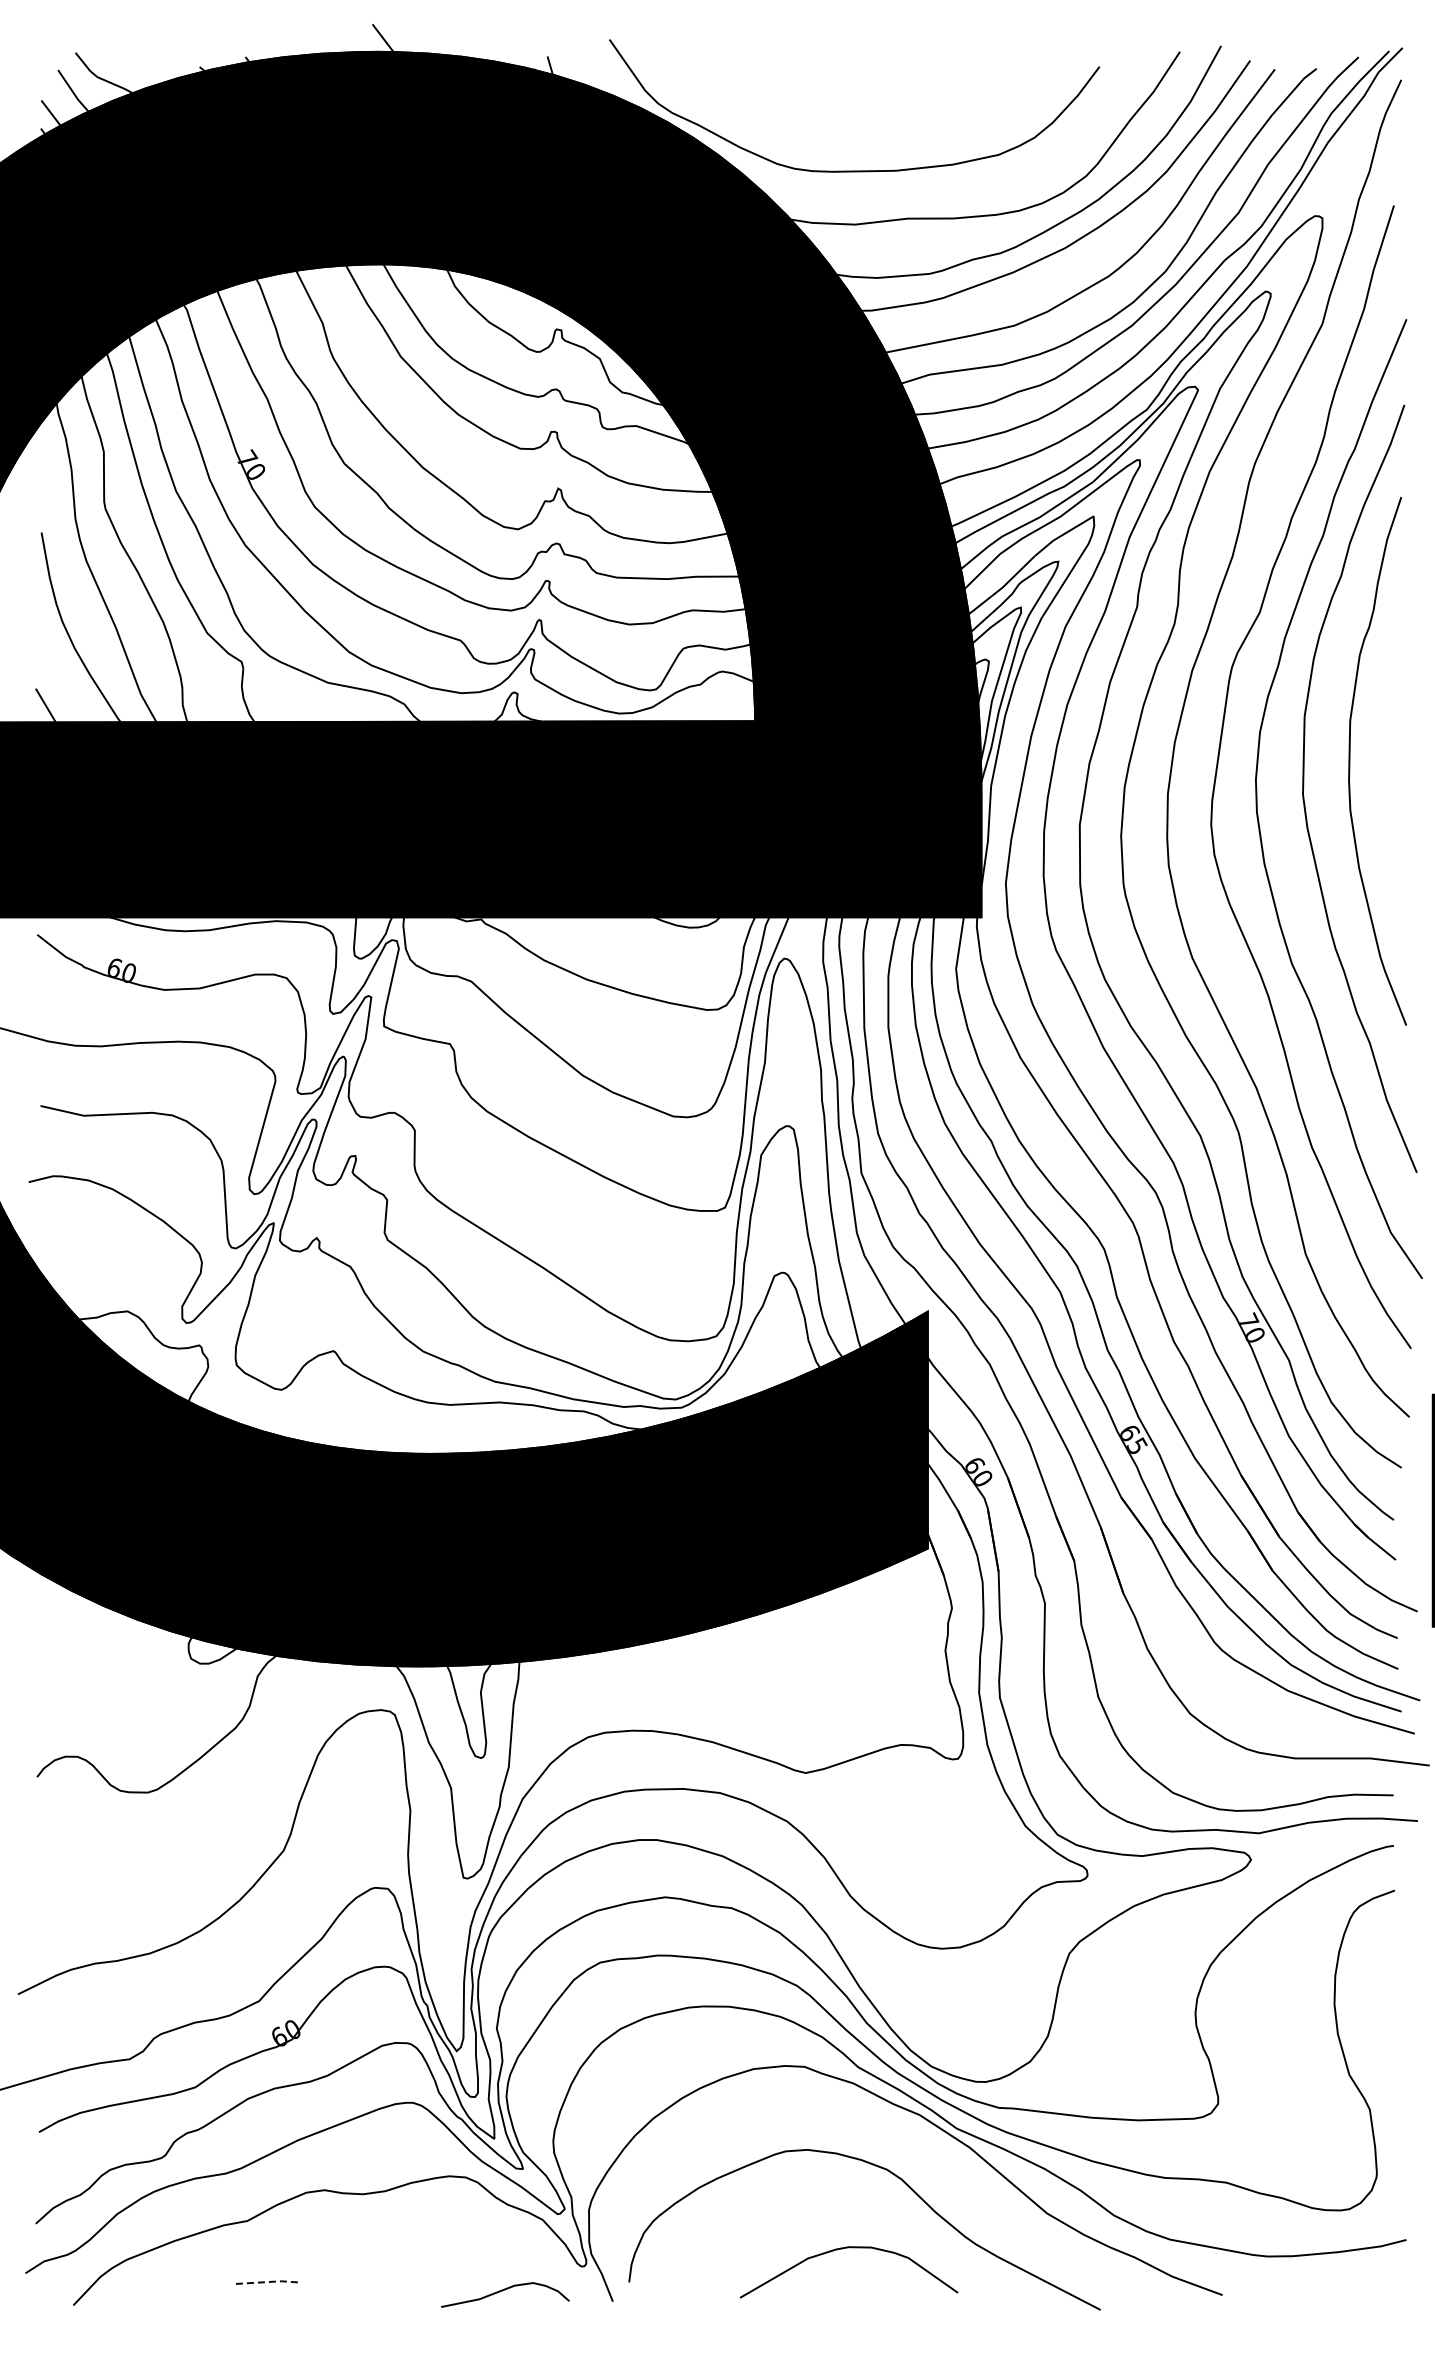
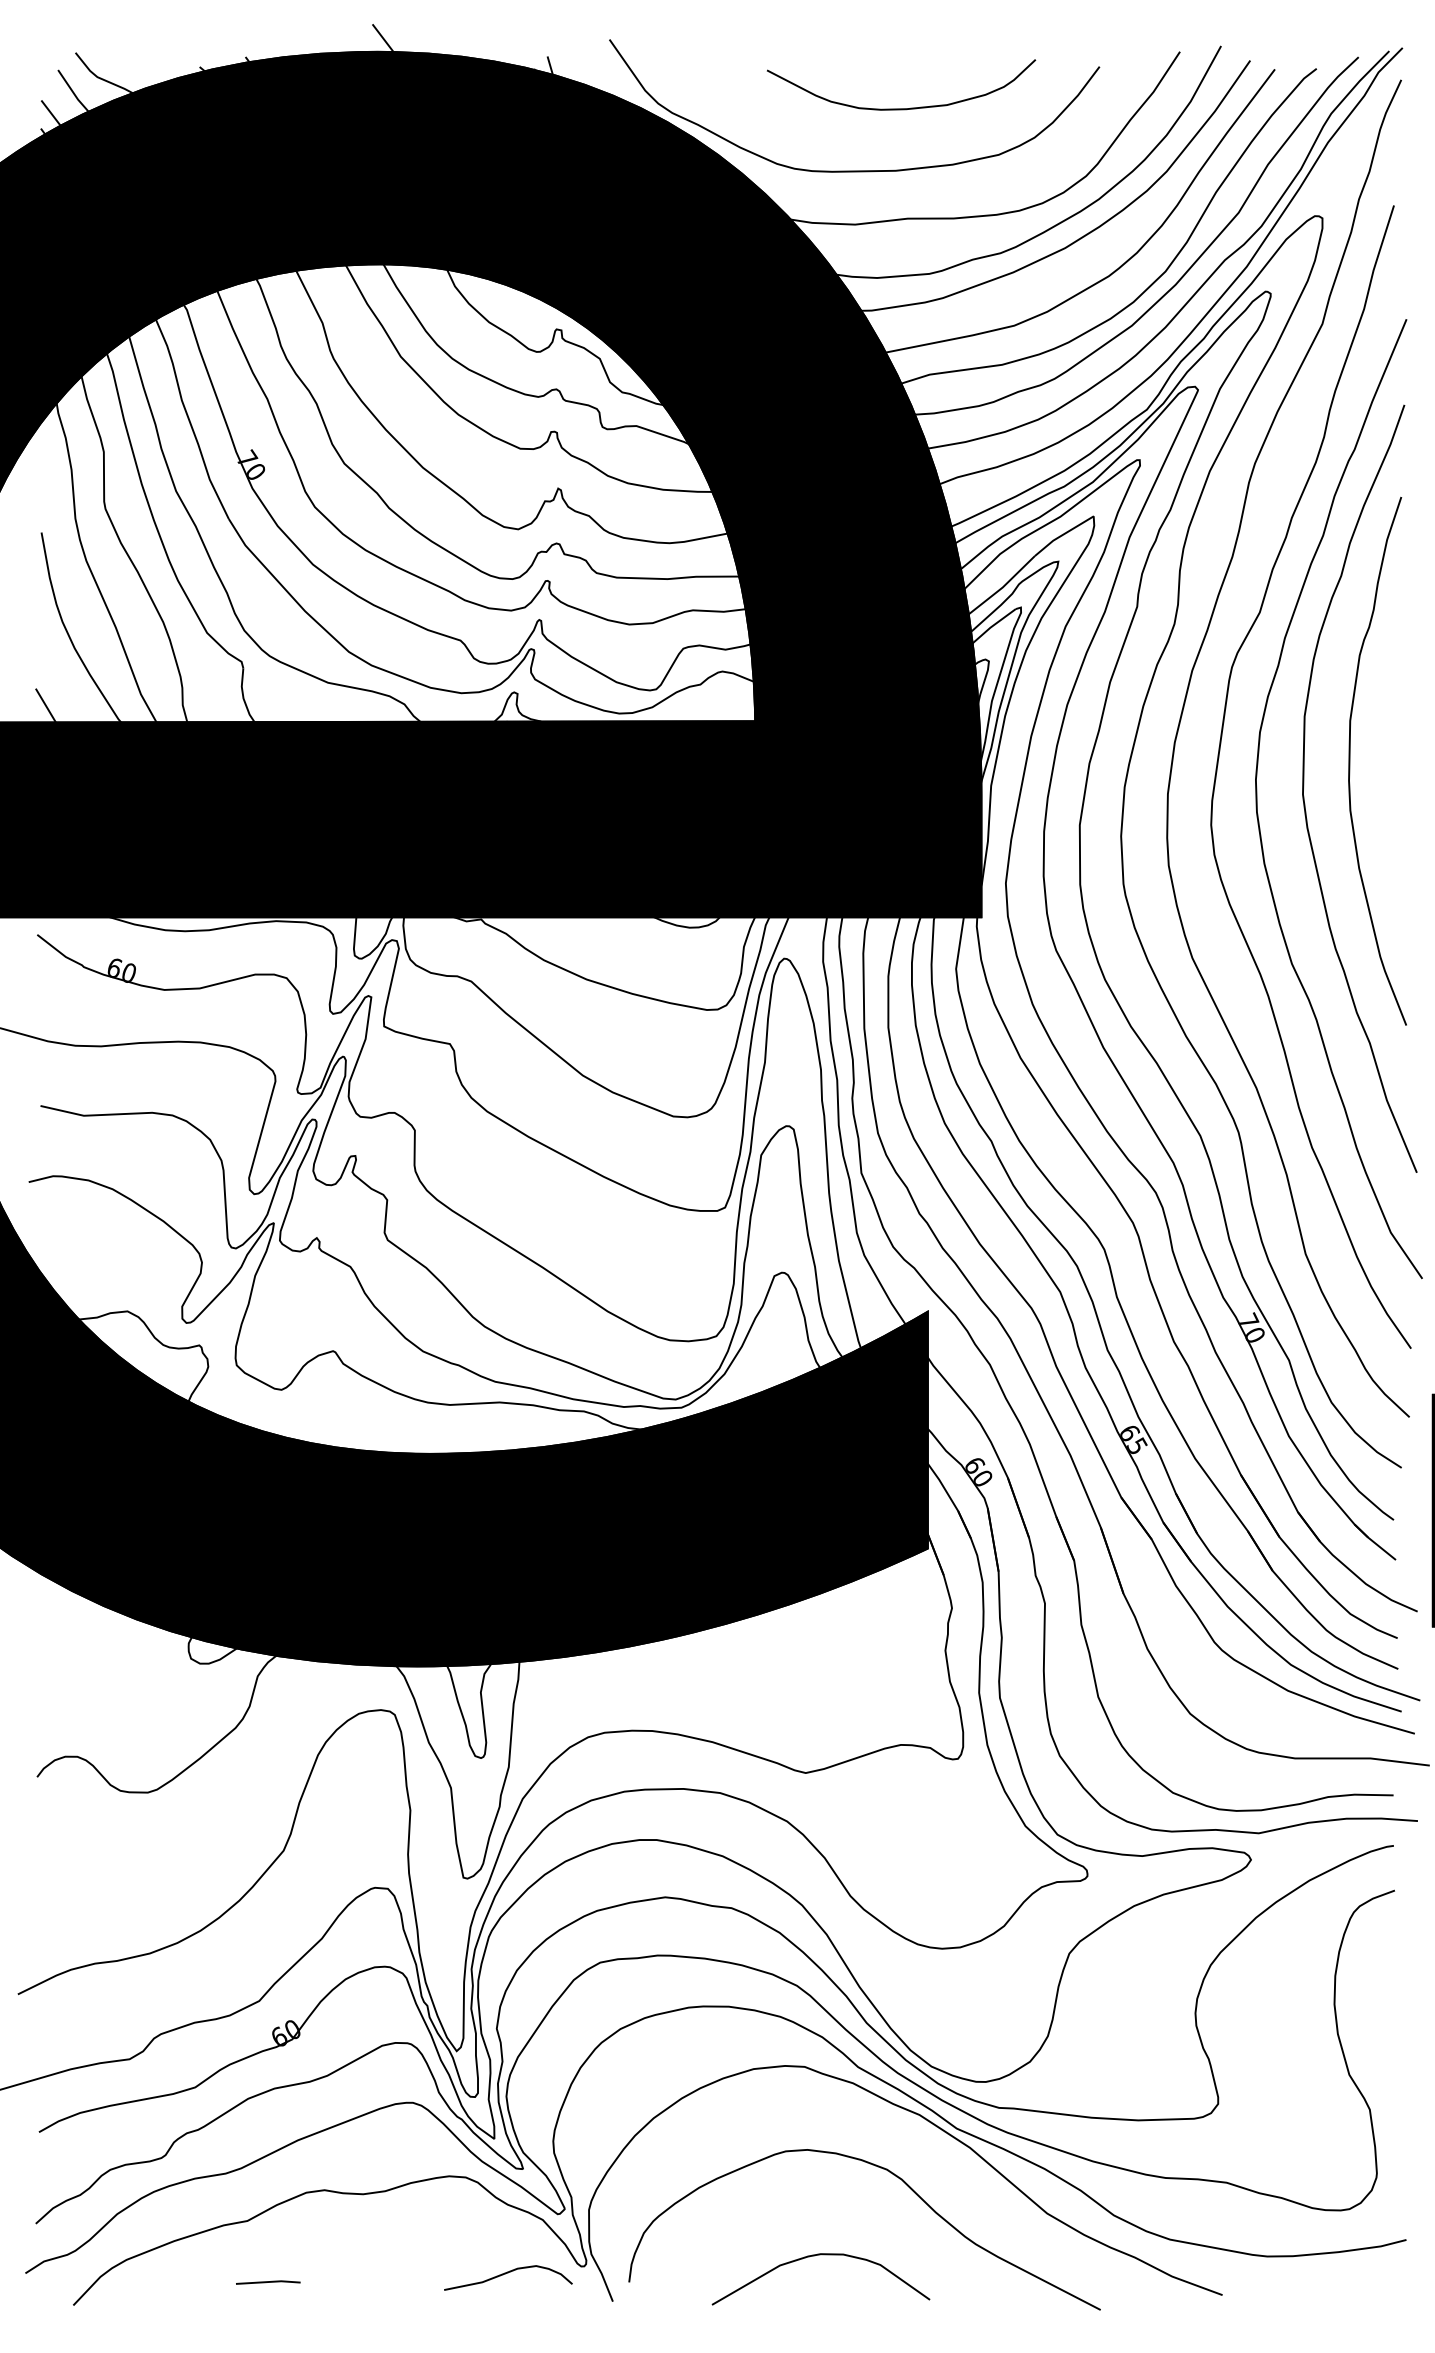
curve at (901, 108): none -> present
curve at (842, 2249) position: (842, 2249) -> (814, 2256)
line at (269, 2281): dashed -> solid
curve at (505, 2290) position: (505, 2290) -> (508, 2273)
